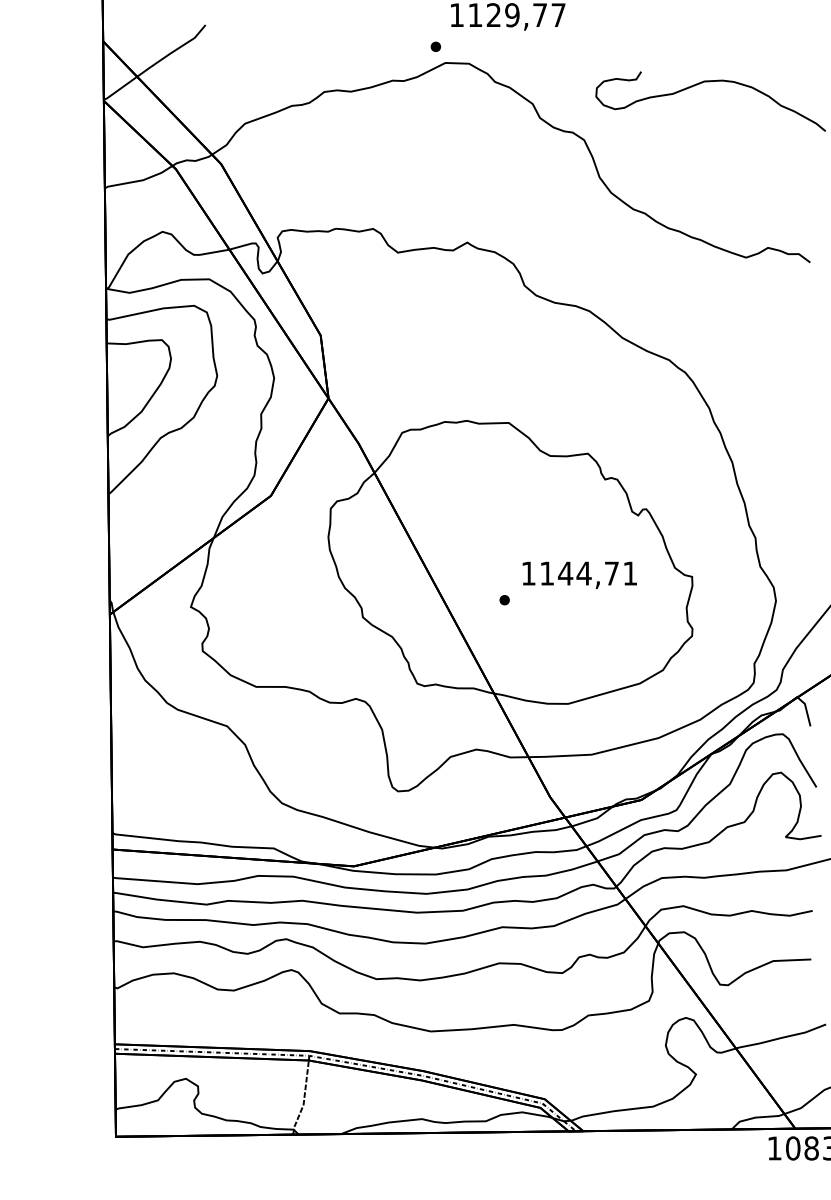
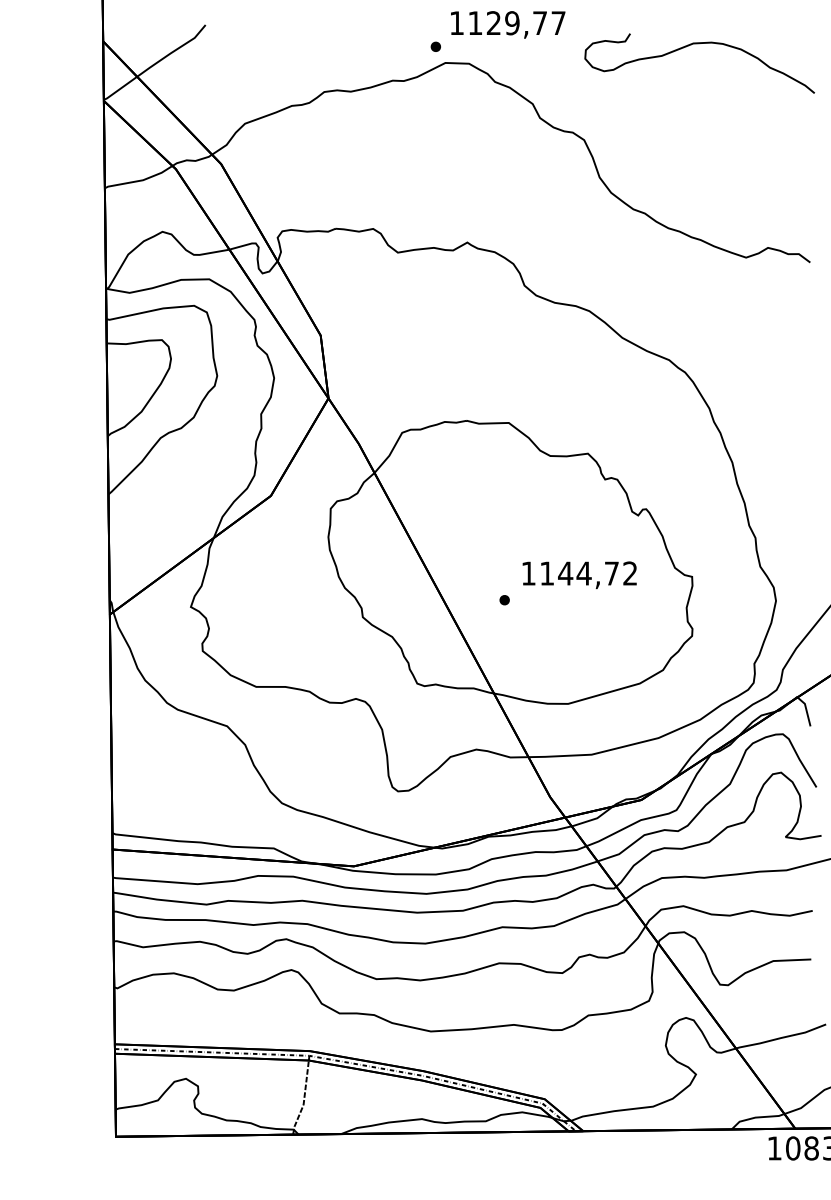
text at (508, 16) position: (508, 16) -> (508, 24)
curve at (710, 82) position: (710, 82) -> (699, 44)
text at (629, 573): 1144,71 -> 1144,72
